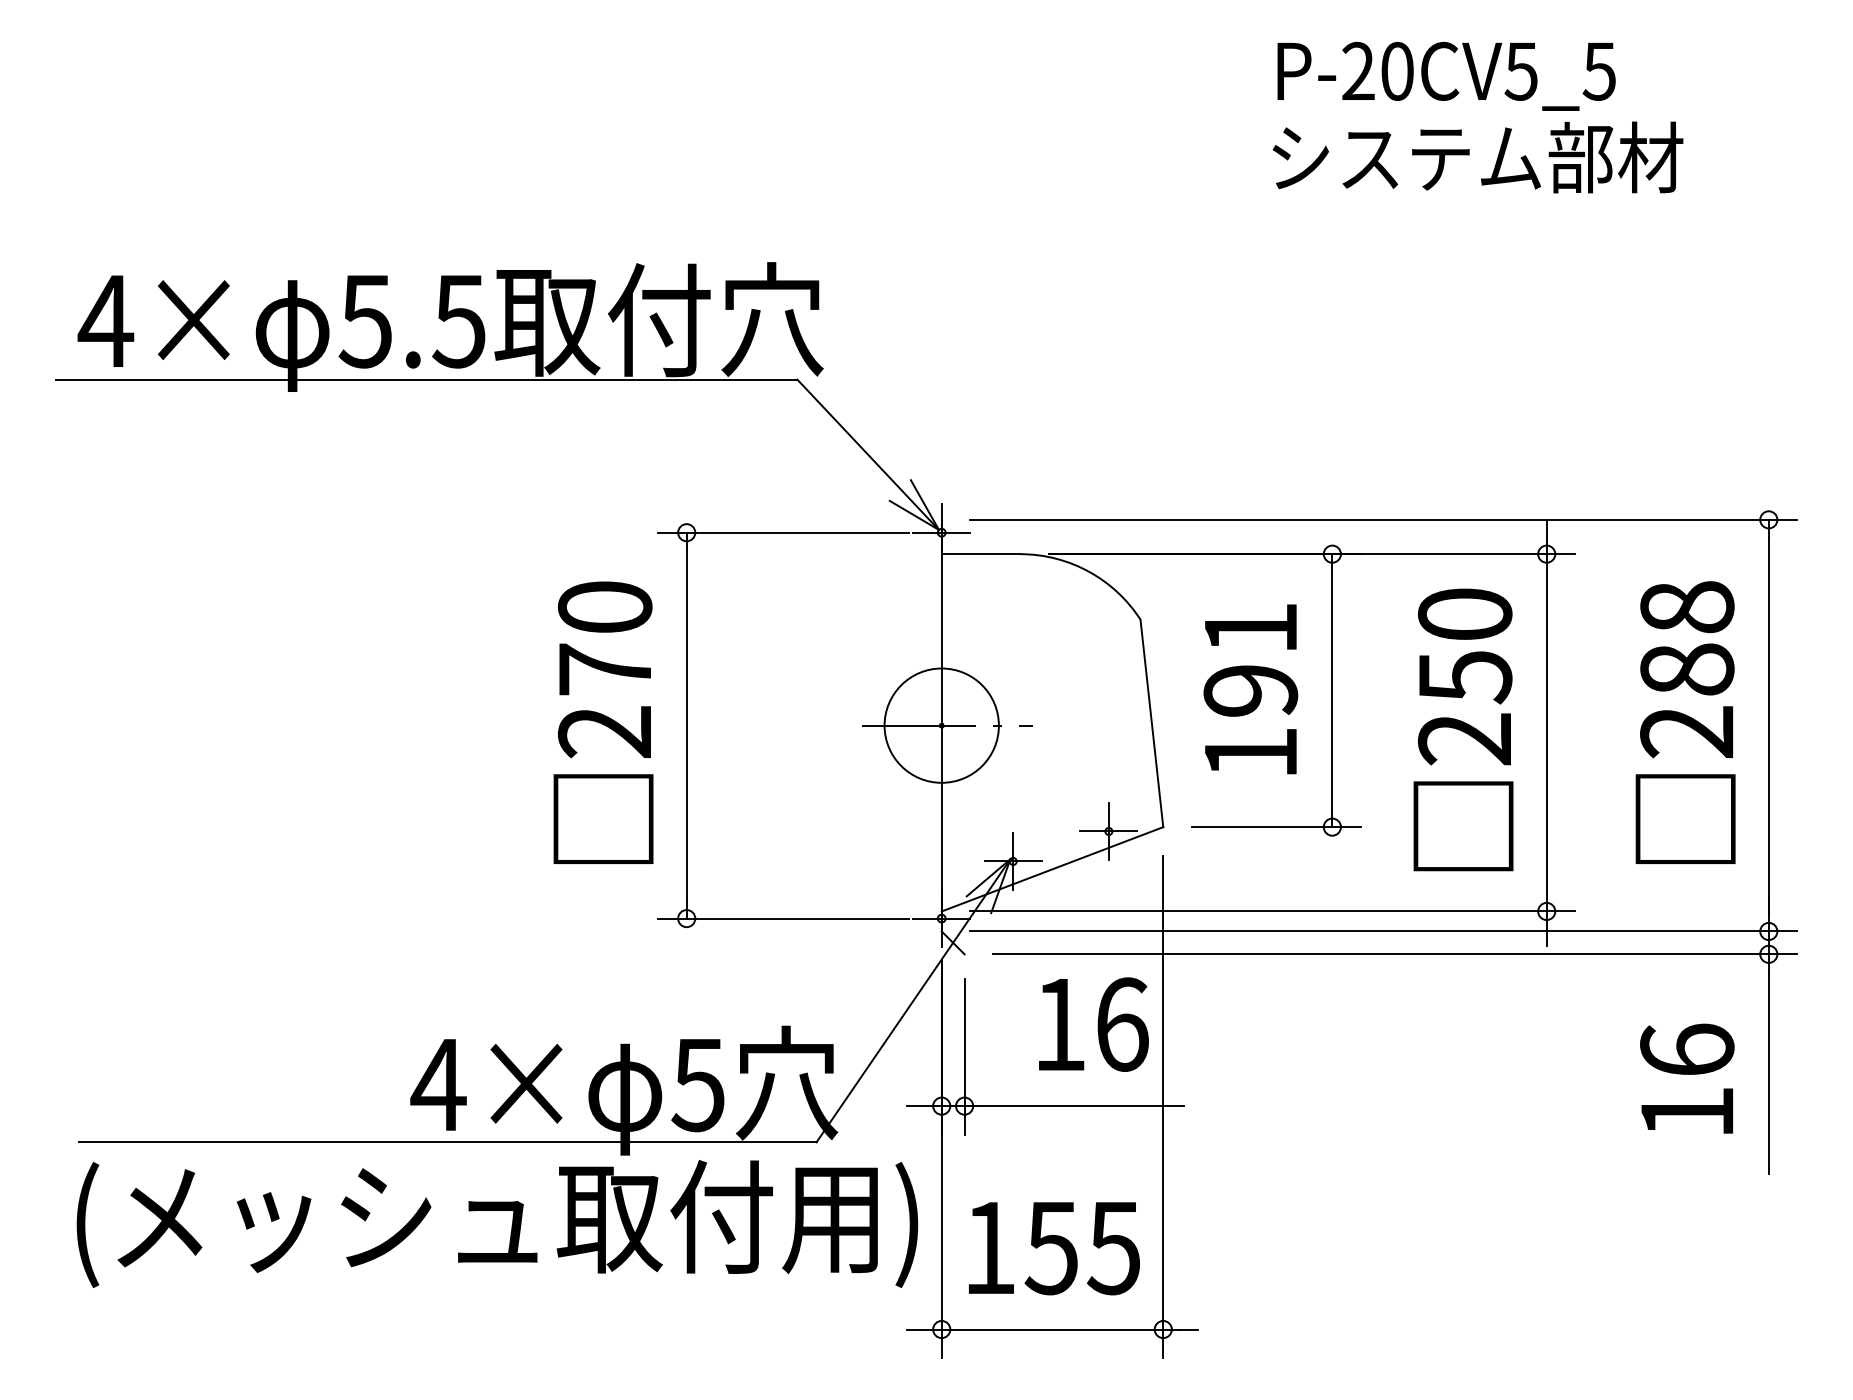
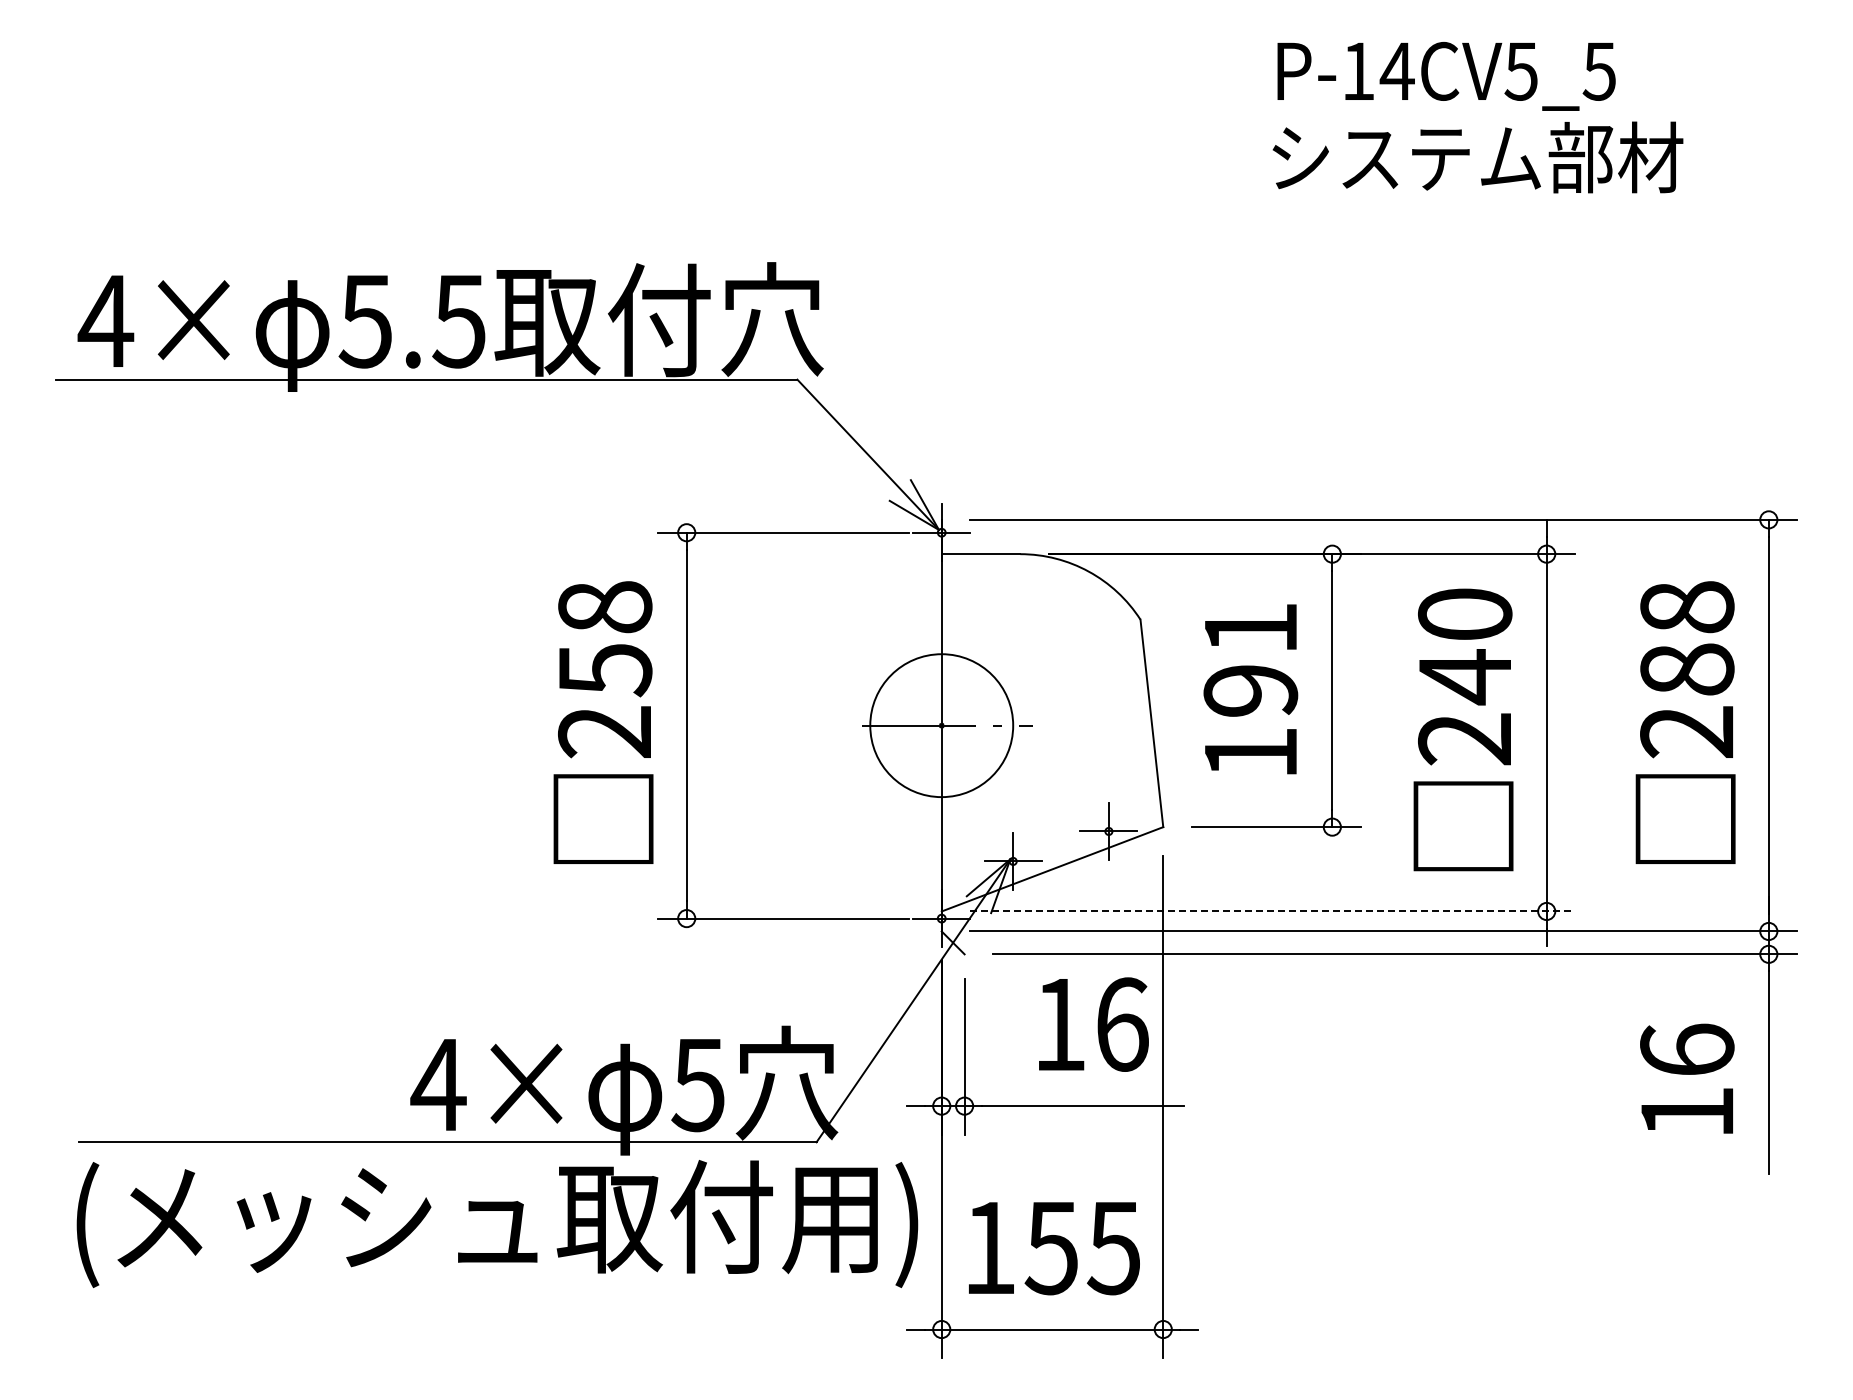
text at (1378, 70): P-20CV5_5 -> P-14CV5_5
text at (605, 639): 270 -> 258
text at (1465, 677): 250 -> 240
circle at (941, 725) diameter: 114 px -> 143 px
line at (1273, 911): solid -> dashed
